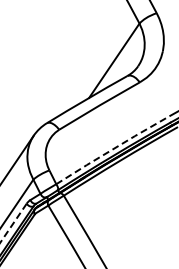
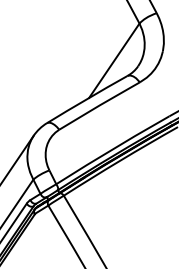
line at (112, 149): dashed -> solid
line at (13, 223): dashed -> solid
